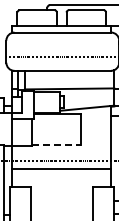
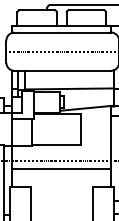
line at (60, 56) position: (60, 56) -> (60, 51)
line at (56, 144): dashed -> solid
